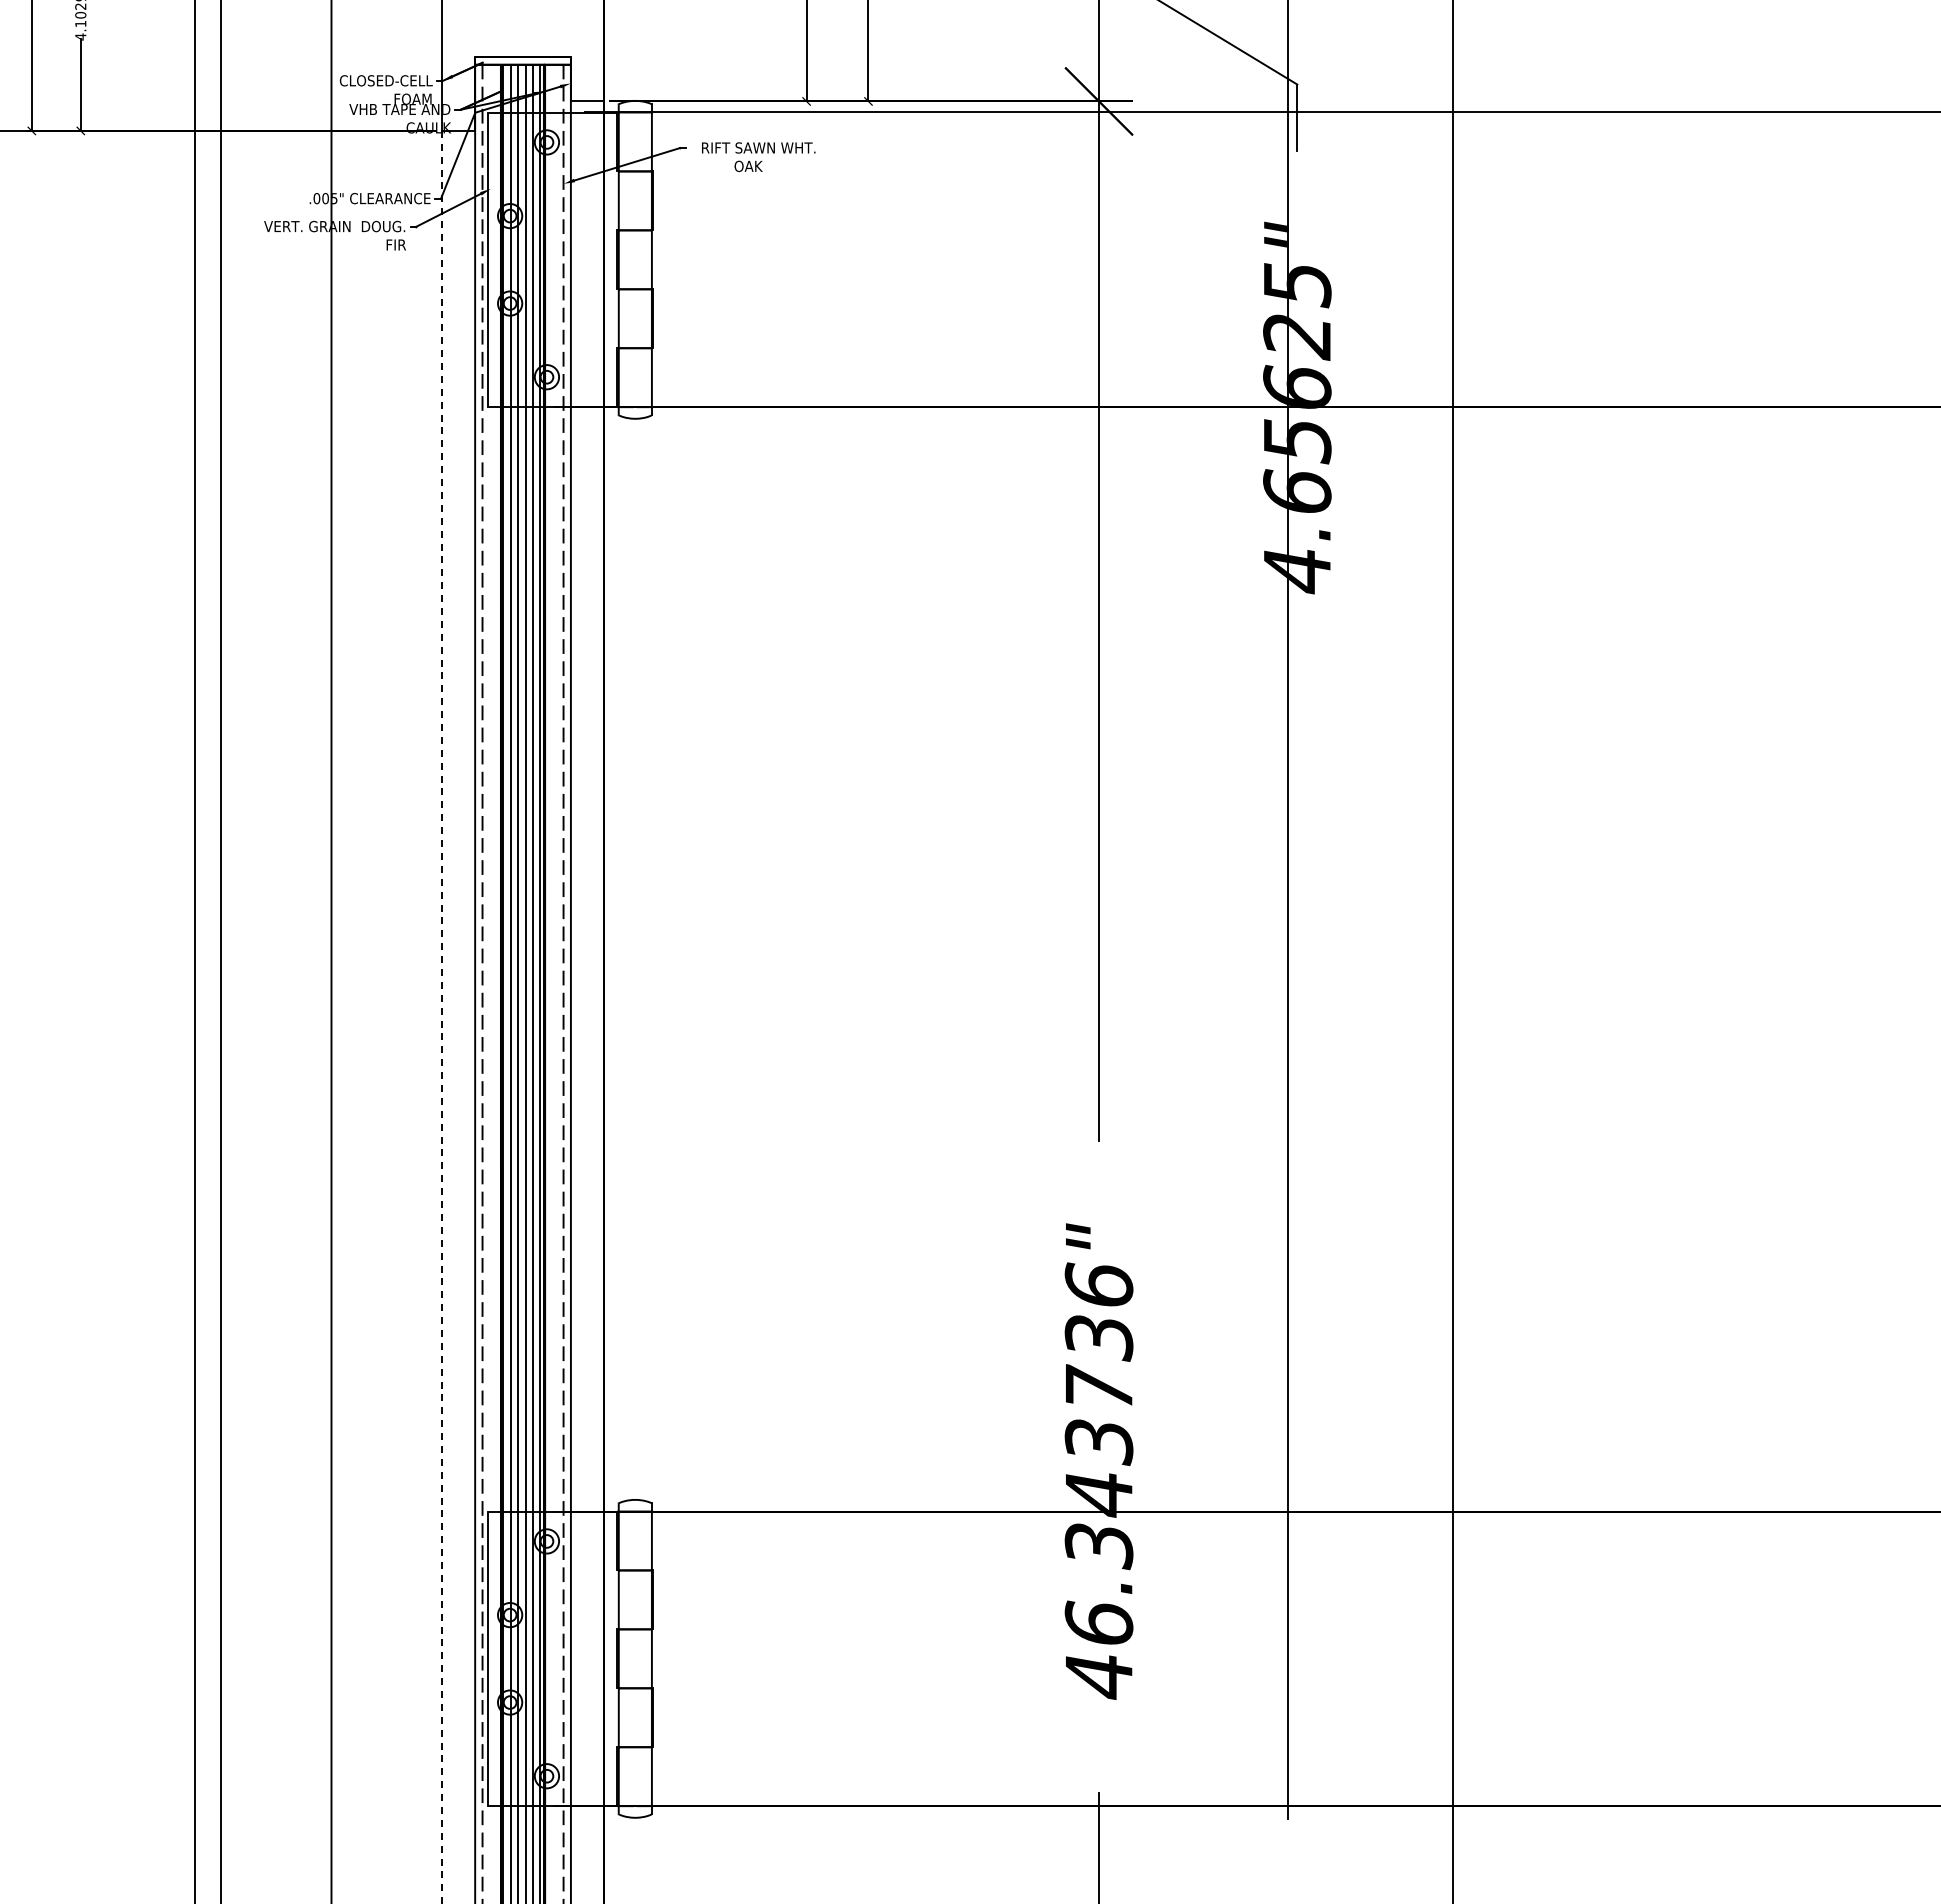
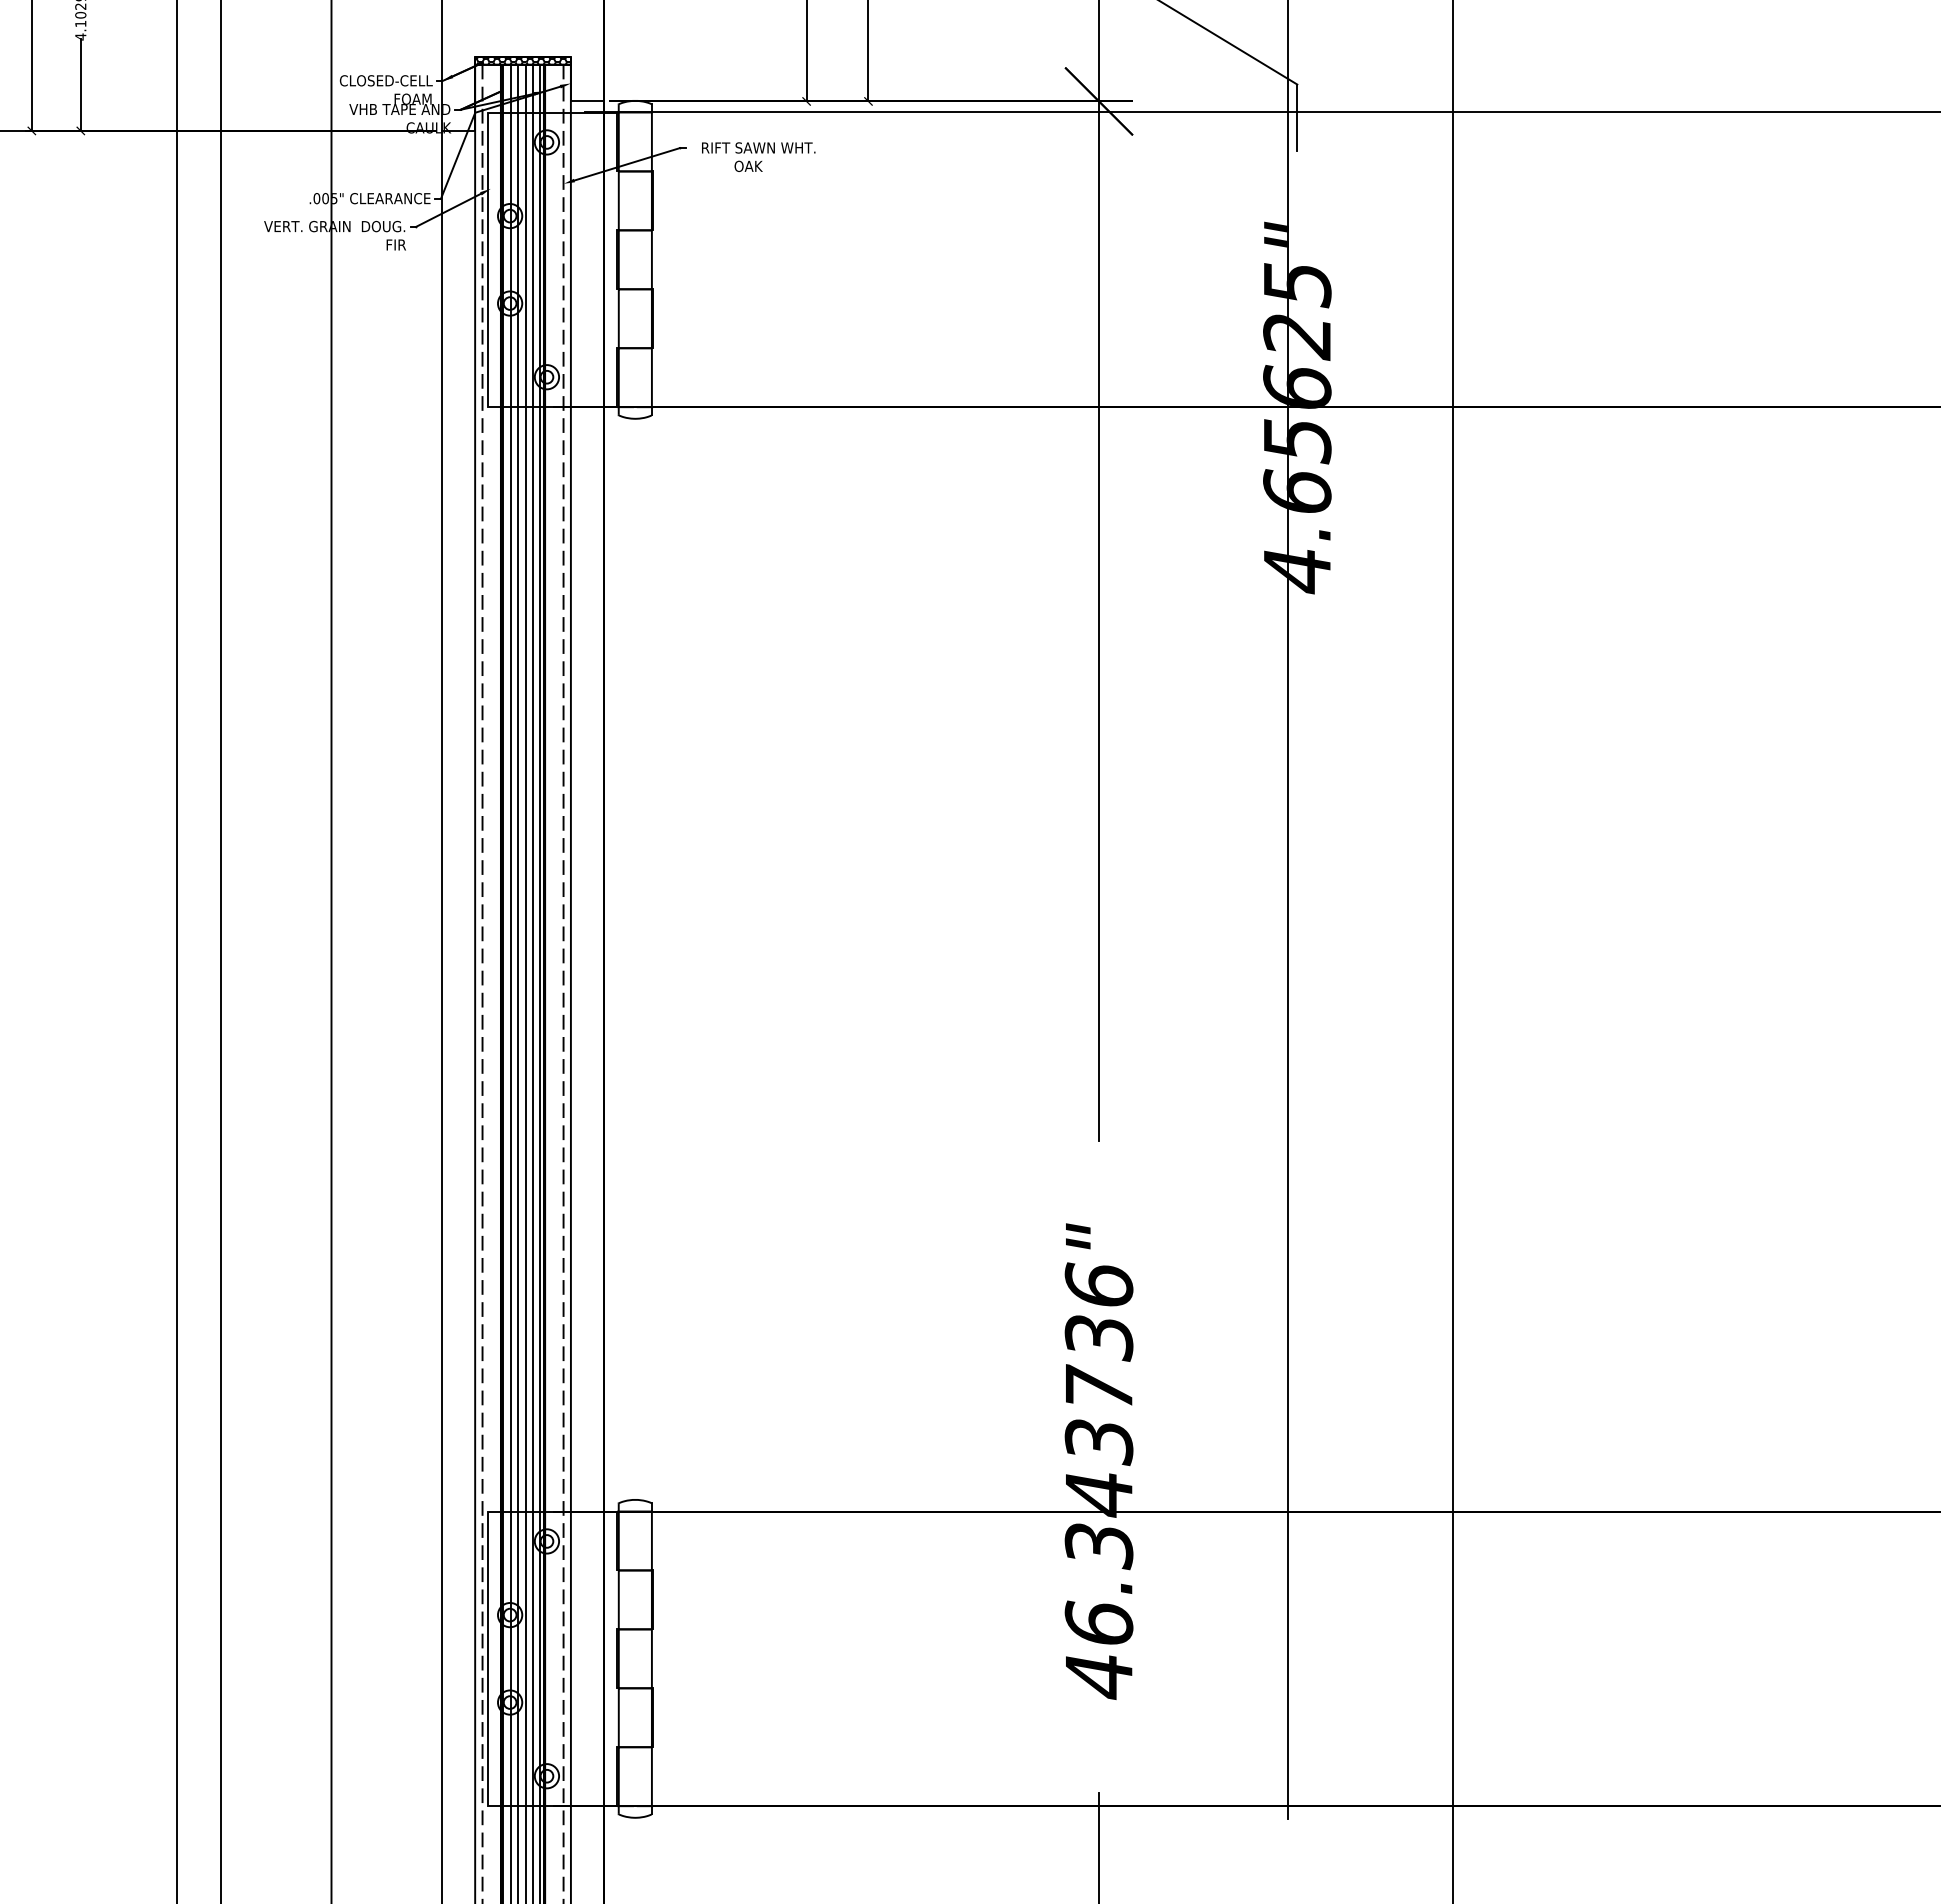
hatch at (522, 60): none -> present
line at (194, 951) position: (194, 951) -> (176, 951)
line at (441, 1017): dashed -> solid
